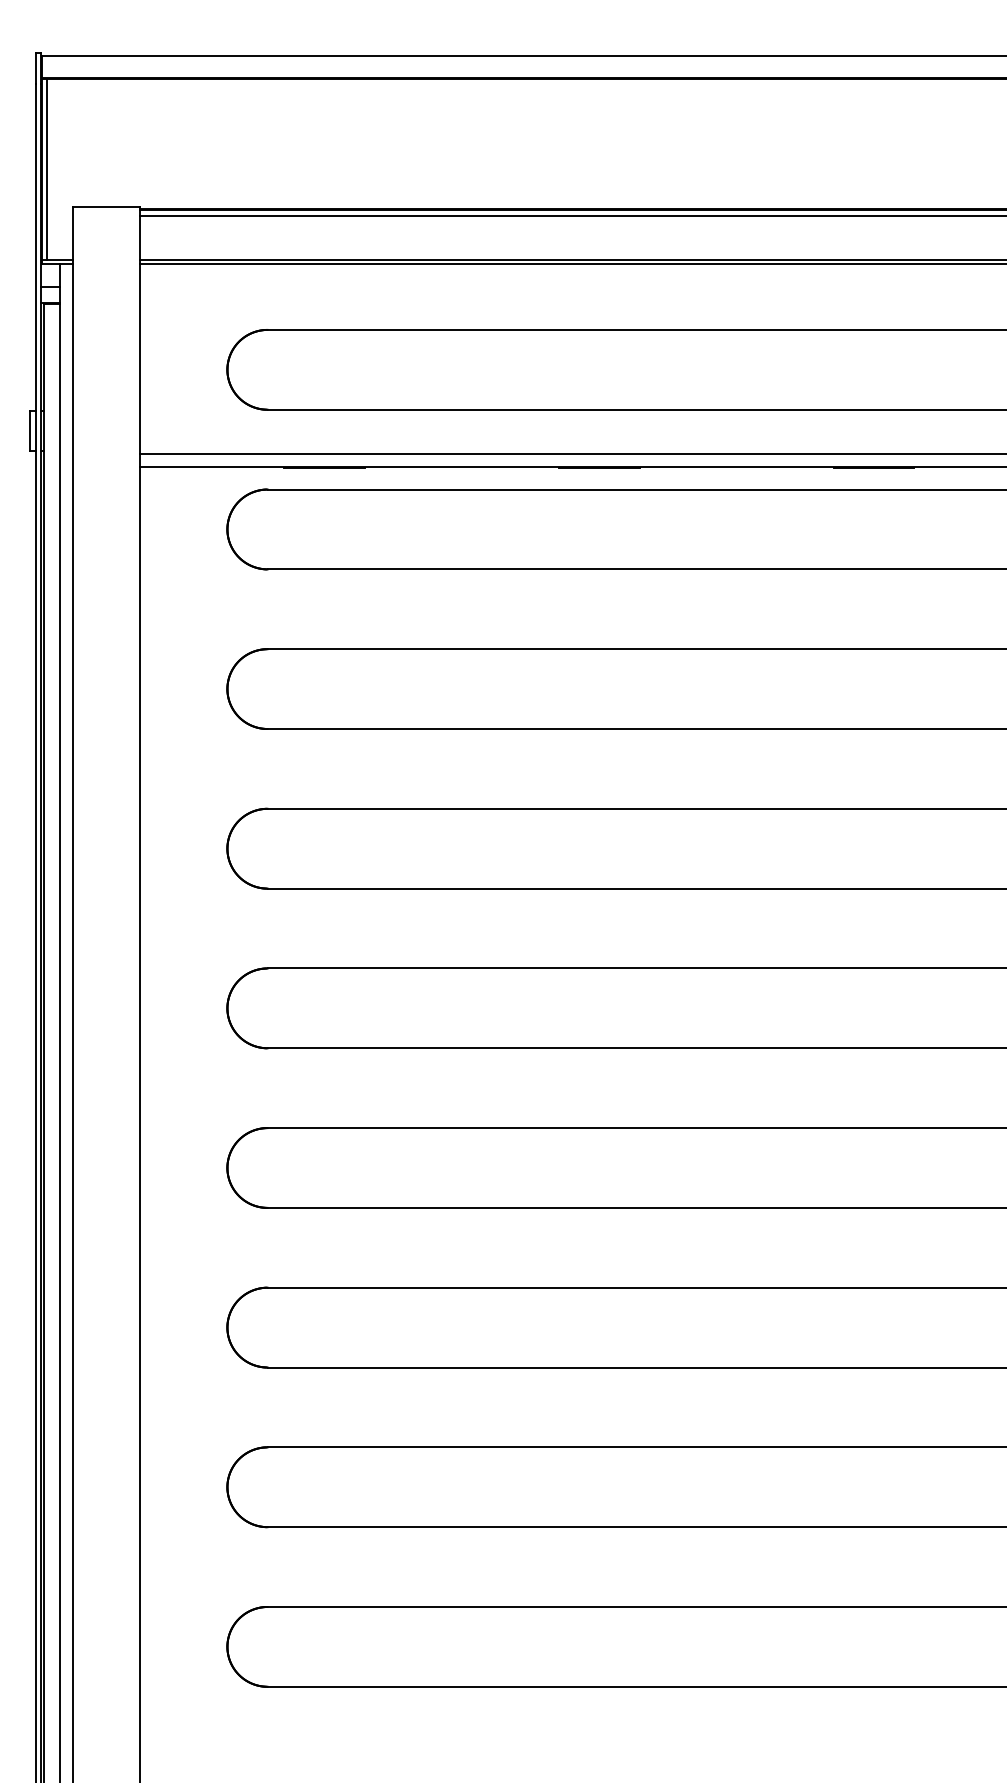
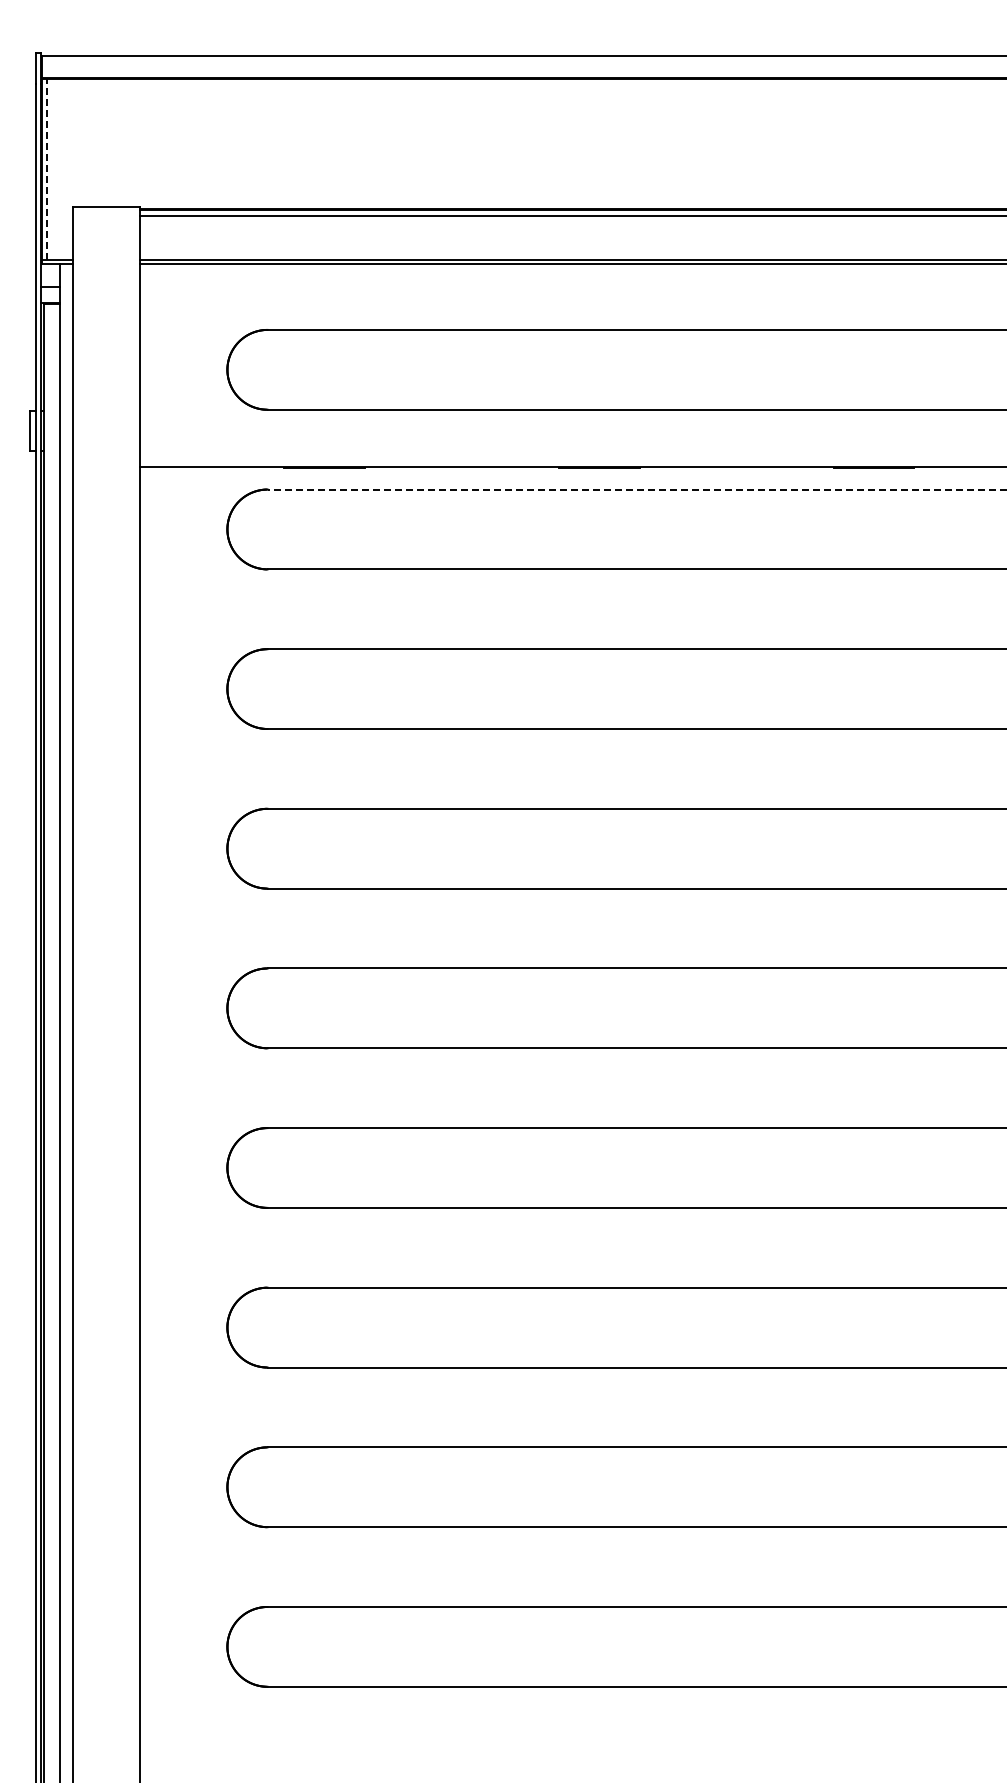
line at (46, 168): solid -> dashed
line at (571, 454): present -> none
line at (636, 489): solid -> dashed
